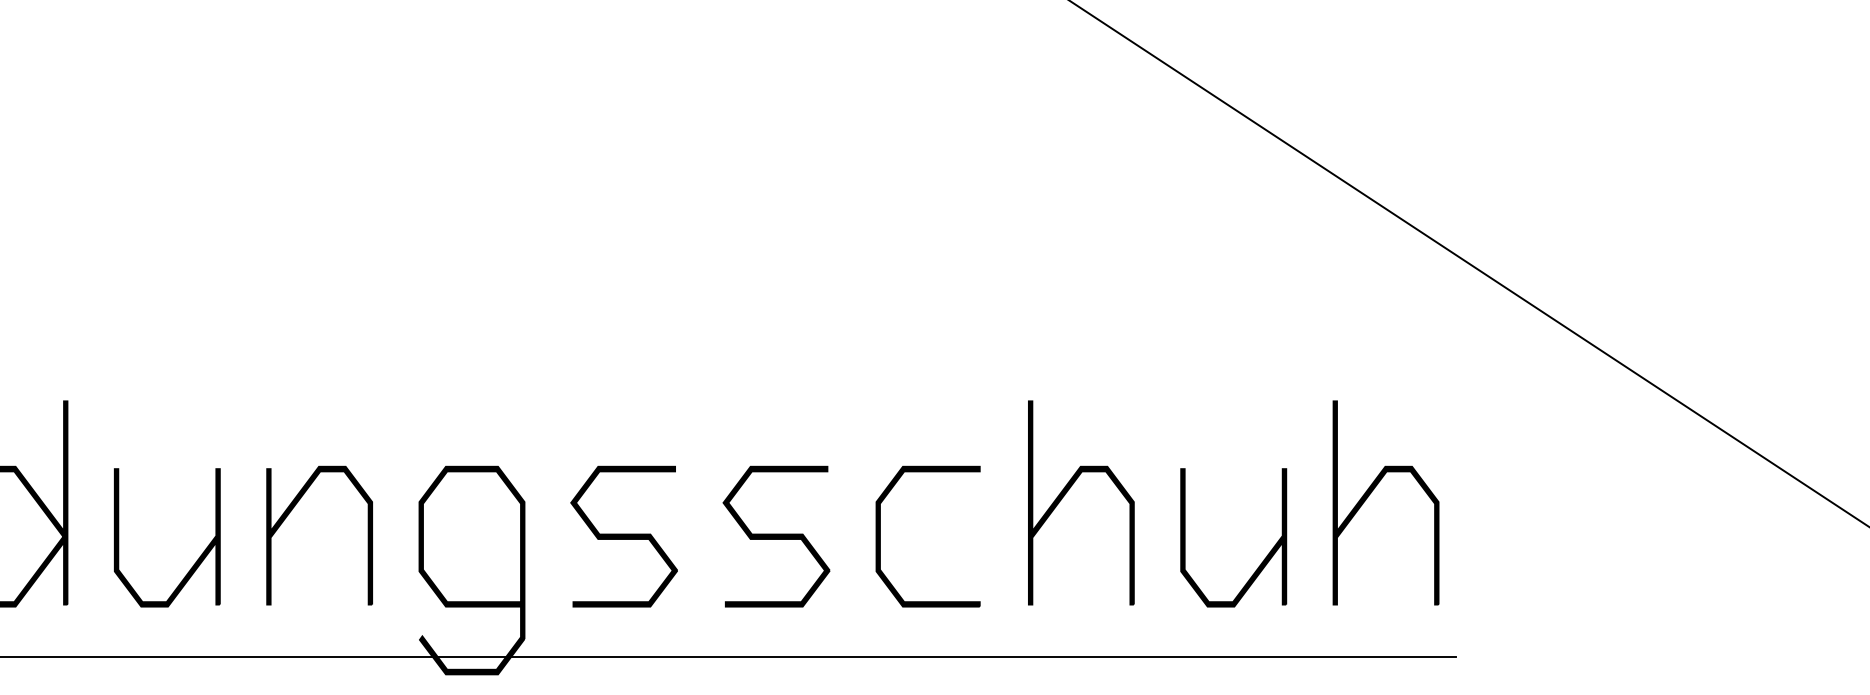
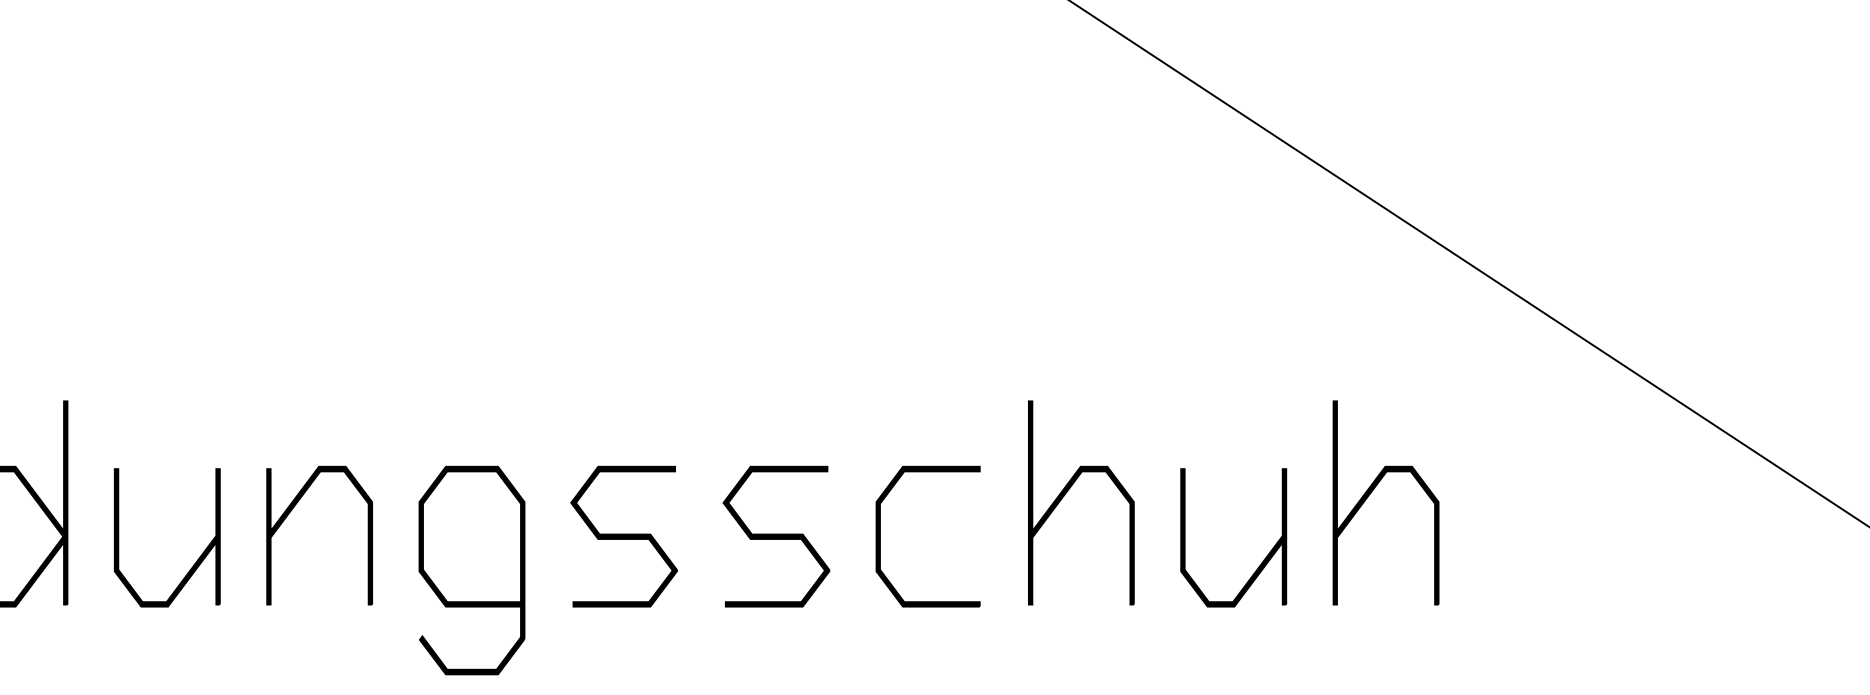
line at (729, 657): present -> none
